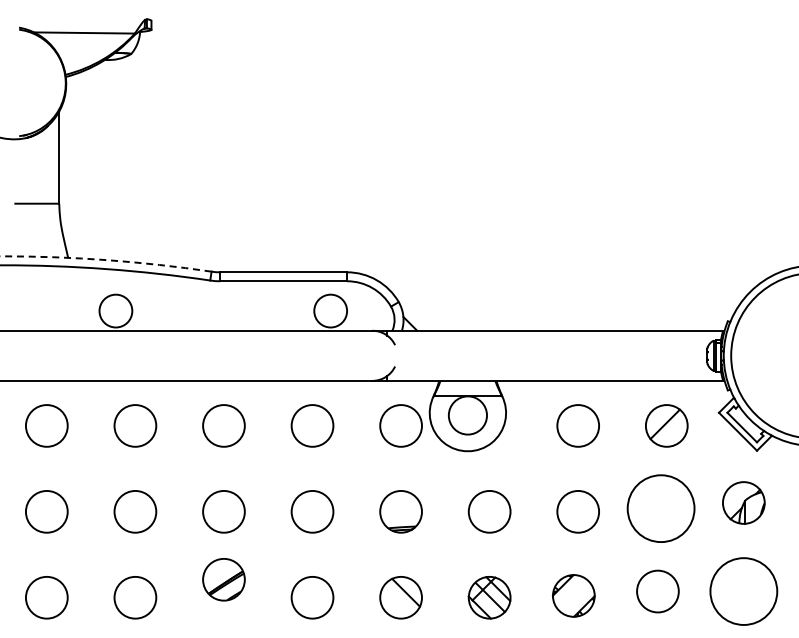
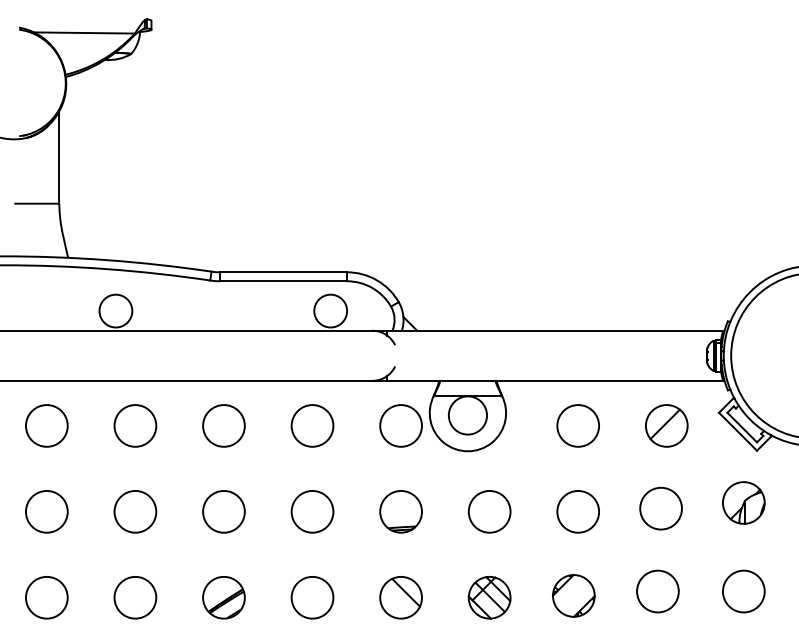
arc at (106, 260): dashed -> solid
circle at (660, 508) diameter: 67 px -> 42 px
part at (223, 579) position: (223, 579) -> (223, 597)
circle at (743, 591) diameter: 67 px -> 42 px
